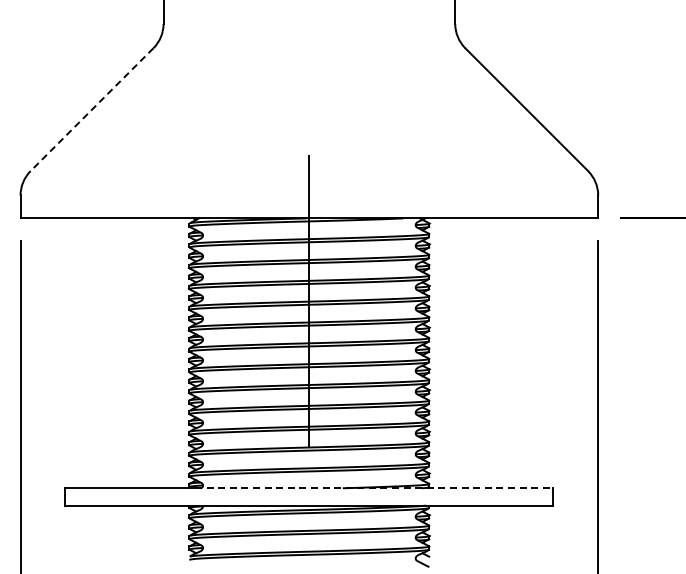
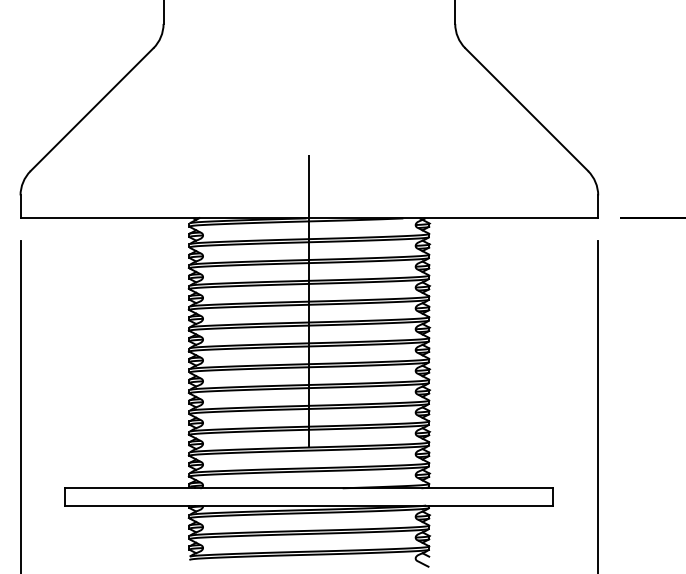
line at (92, 109): dashed -> solid
line at (374, 488): dashed -> solid
